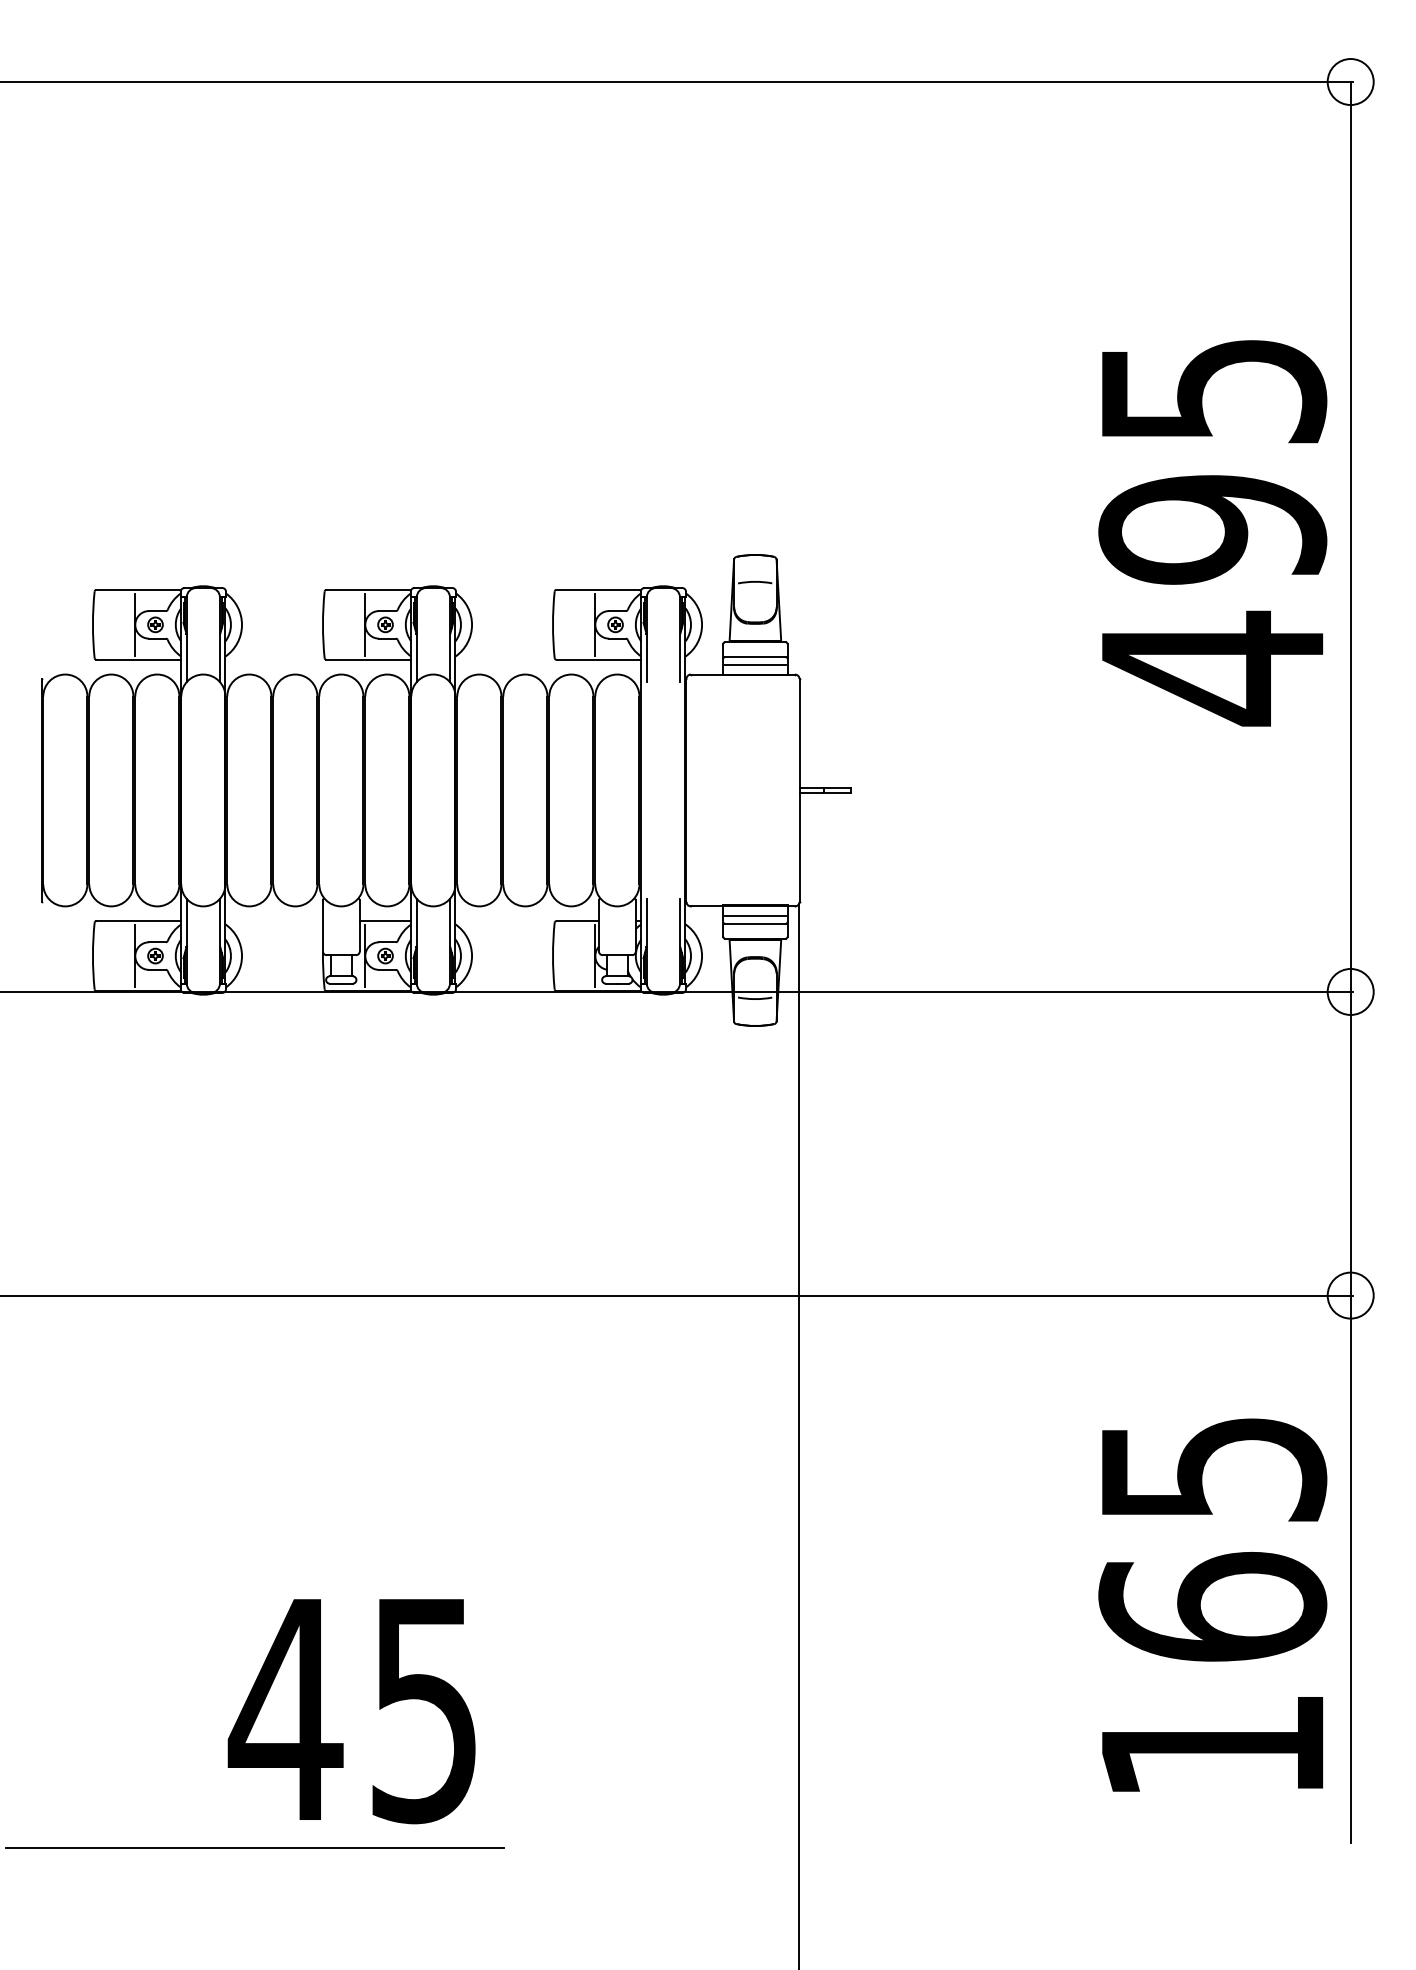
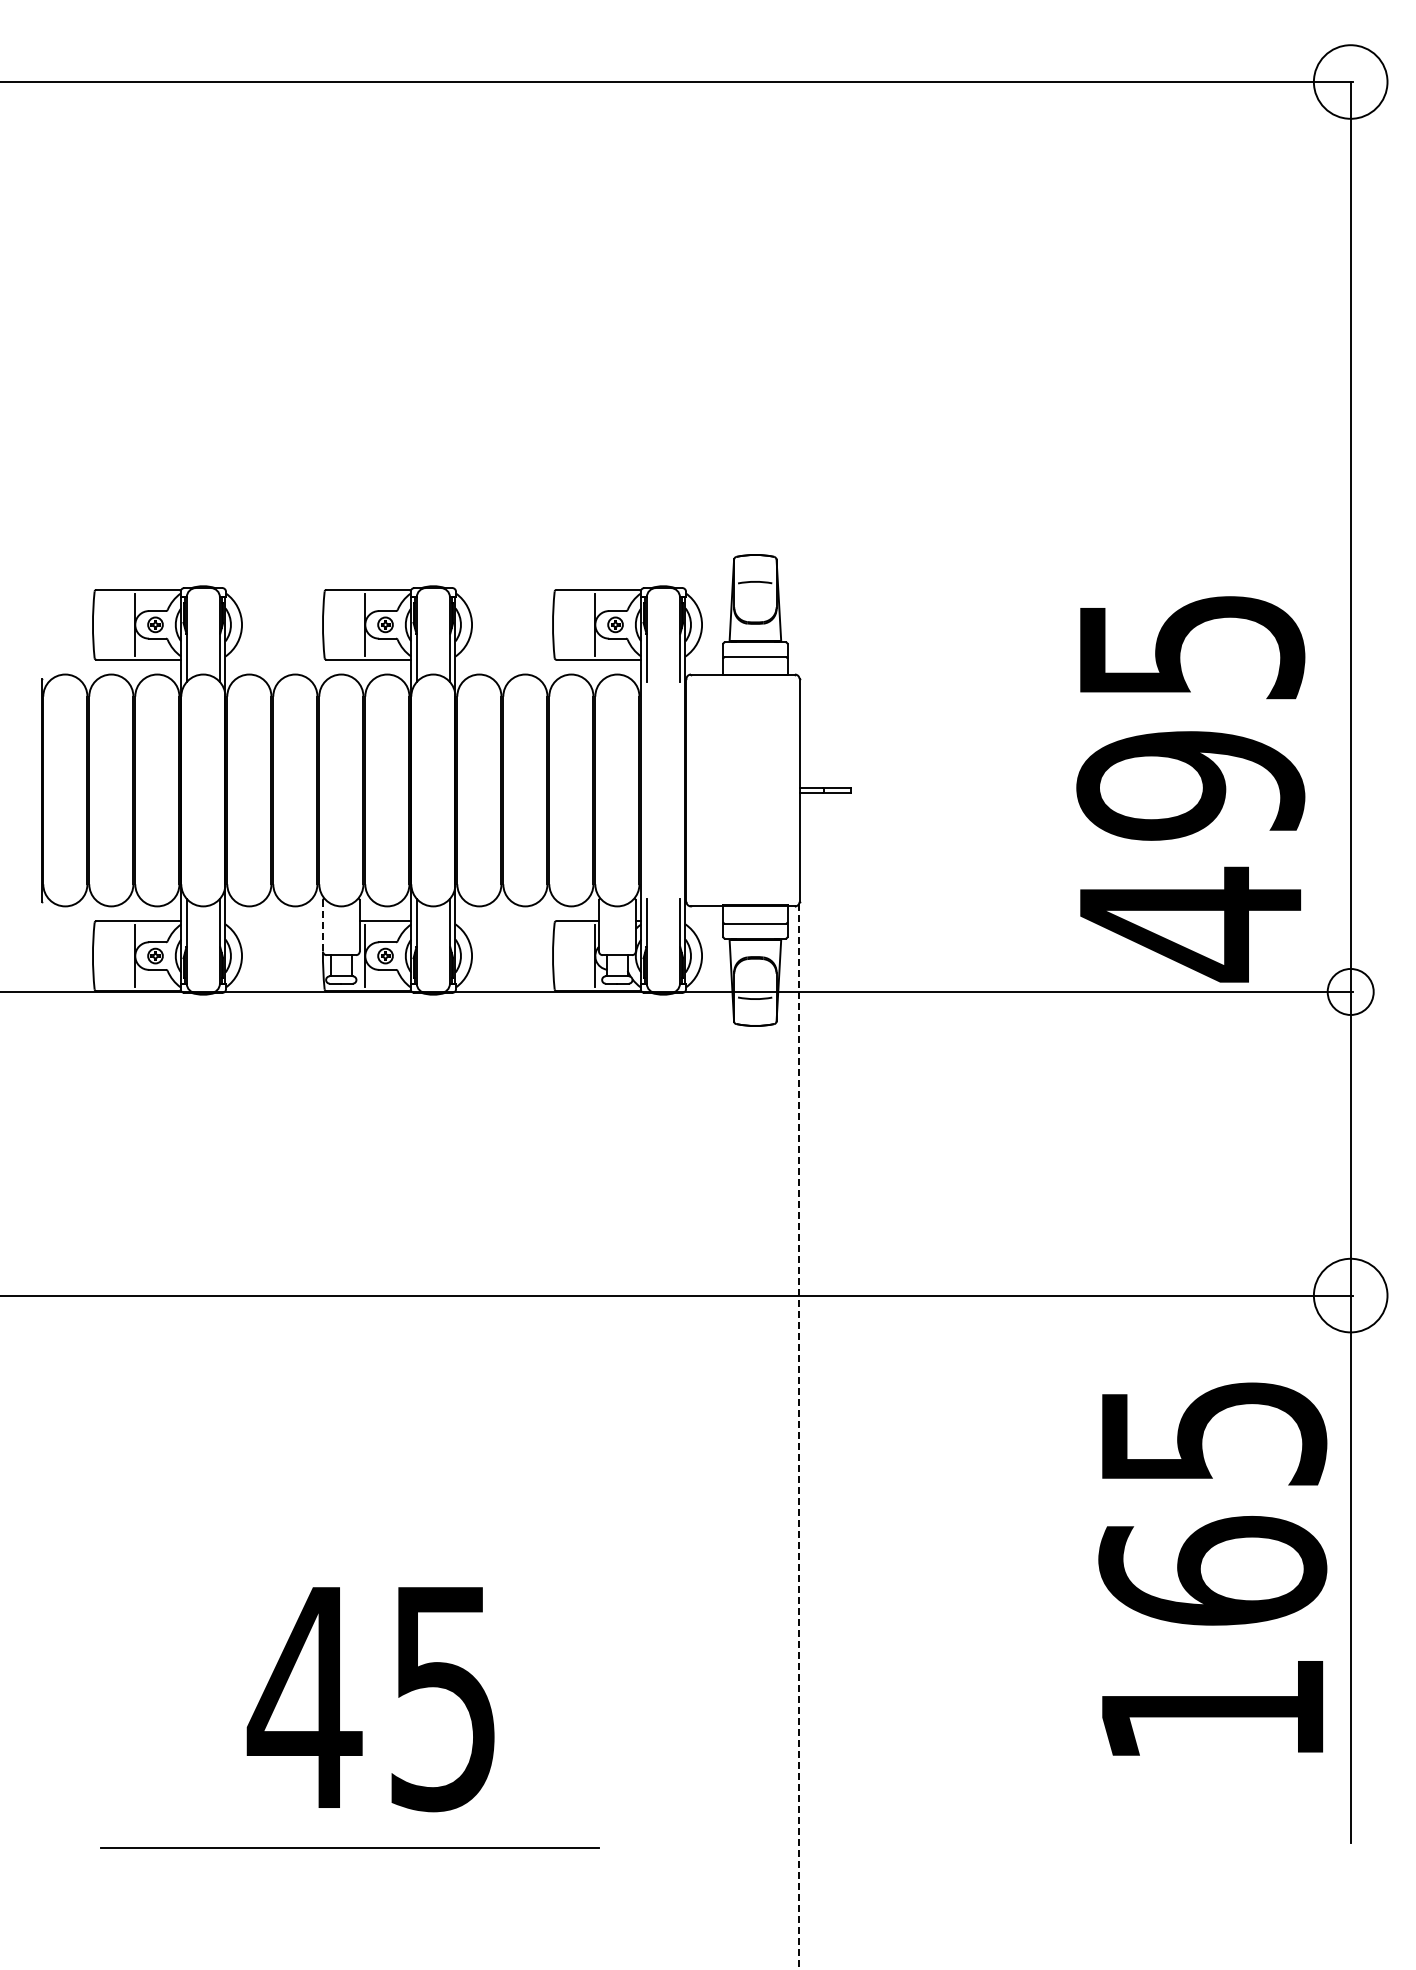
circle at (1350, 82) diameter: 46 px -> 74 px
text at (1212, 533) position: (1212, 533) -> (1190, 789)
line at (754, 665): present -> none
line at (754, 915): present -> none
line at (322, 925): solid -> dashed
circle at (1350, 1295) diameter: 46 px -> 74 px
line at (798, 1436): solid -> dashed
text at (1212, 1604) position: (1212, 1604) -> (1212, 1568)
text at (351, 1711) position: (351, 1711) -> (370, 1699)
line at (254, 1847) position: (254, 1847) -> (349, 1847)
